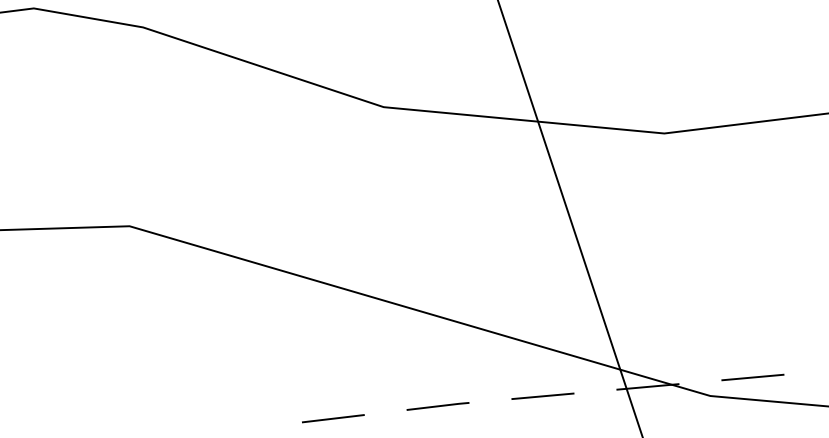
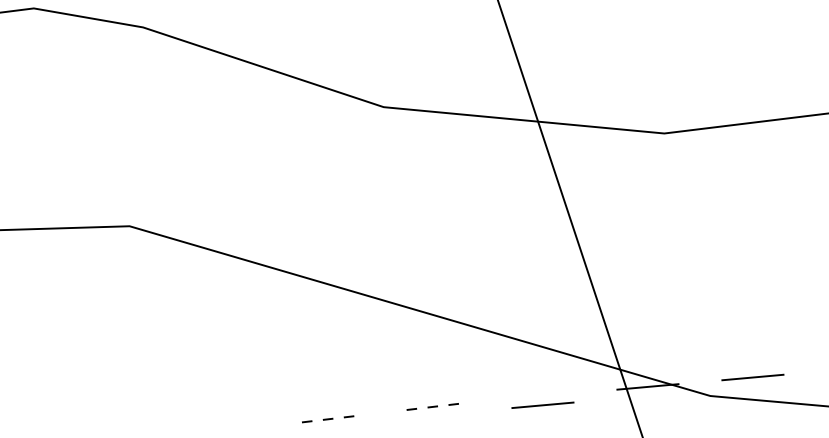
line at (542, 395) position: (542, 395) -> (542, 404)
line at (439, 406): solid -> dashed
line at (333, 418): solid -> dashed
